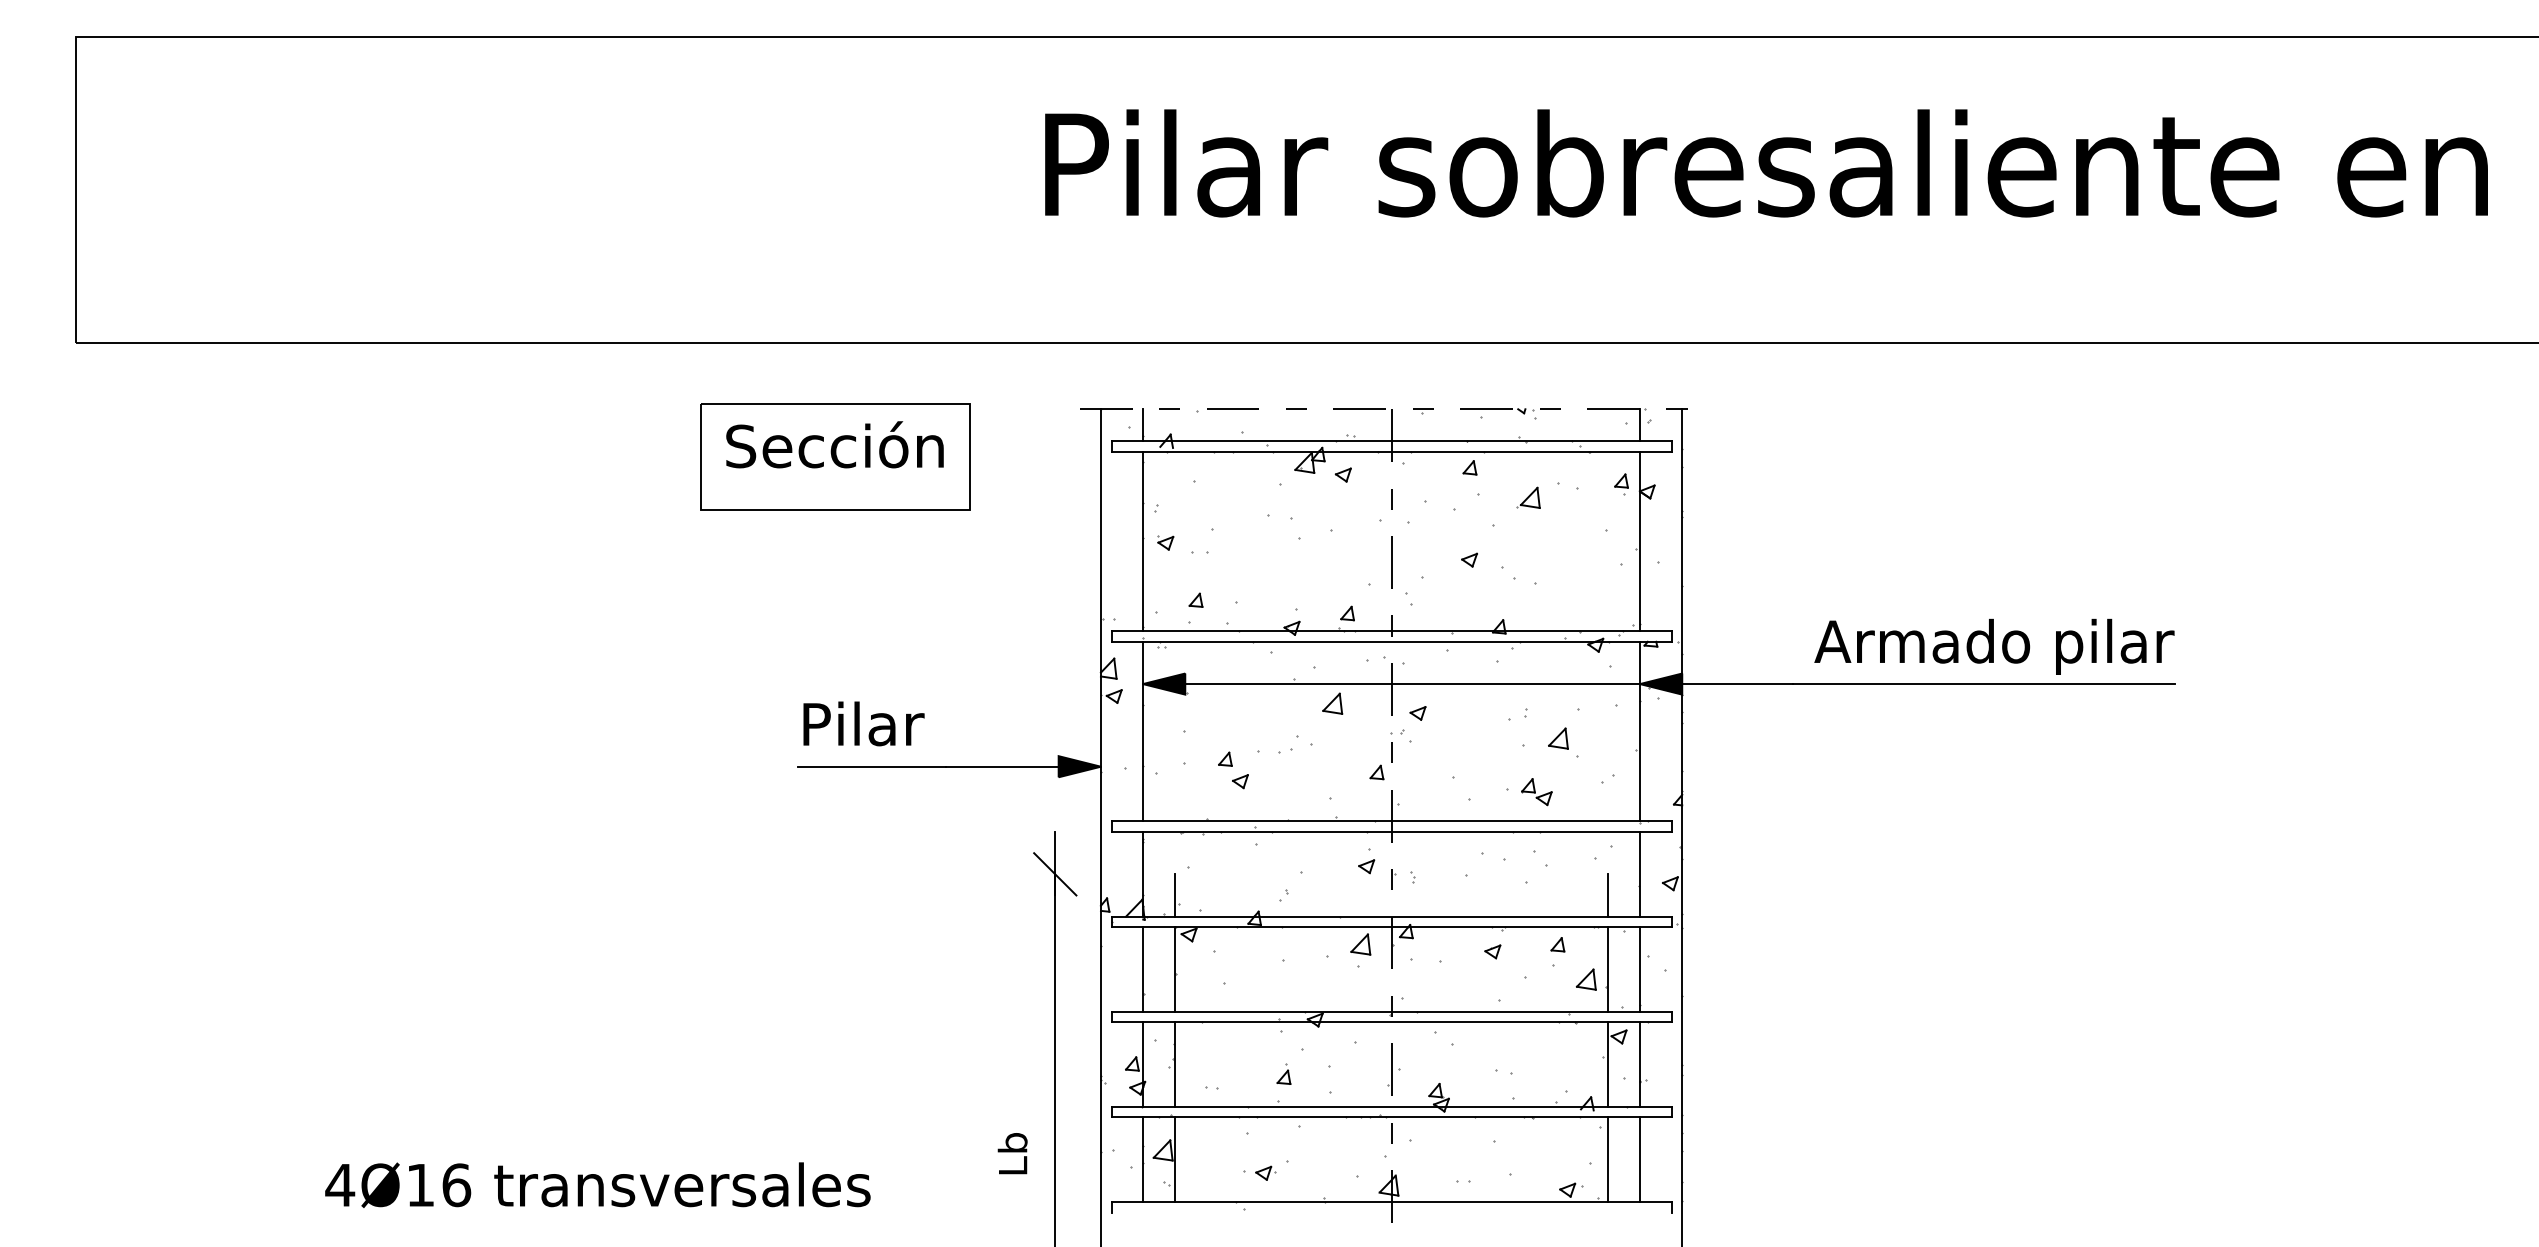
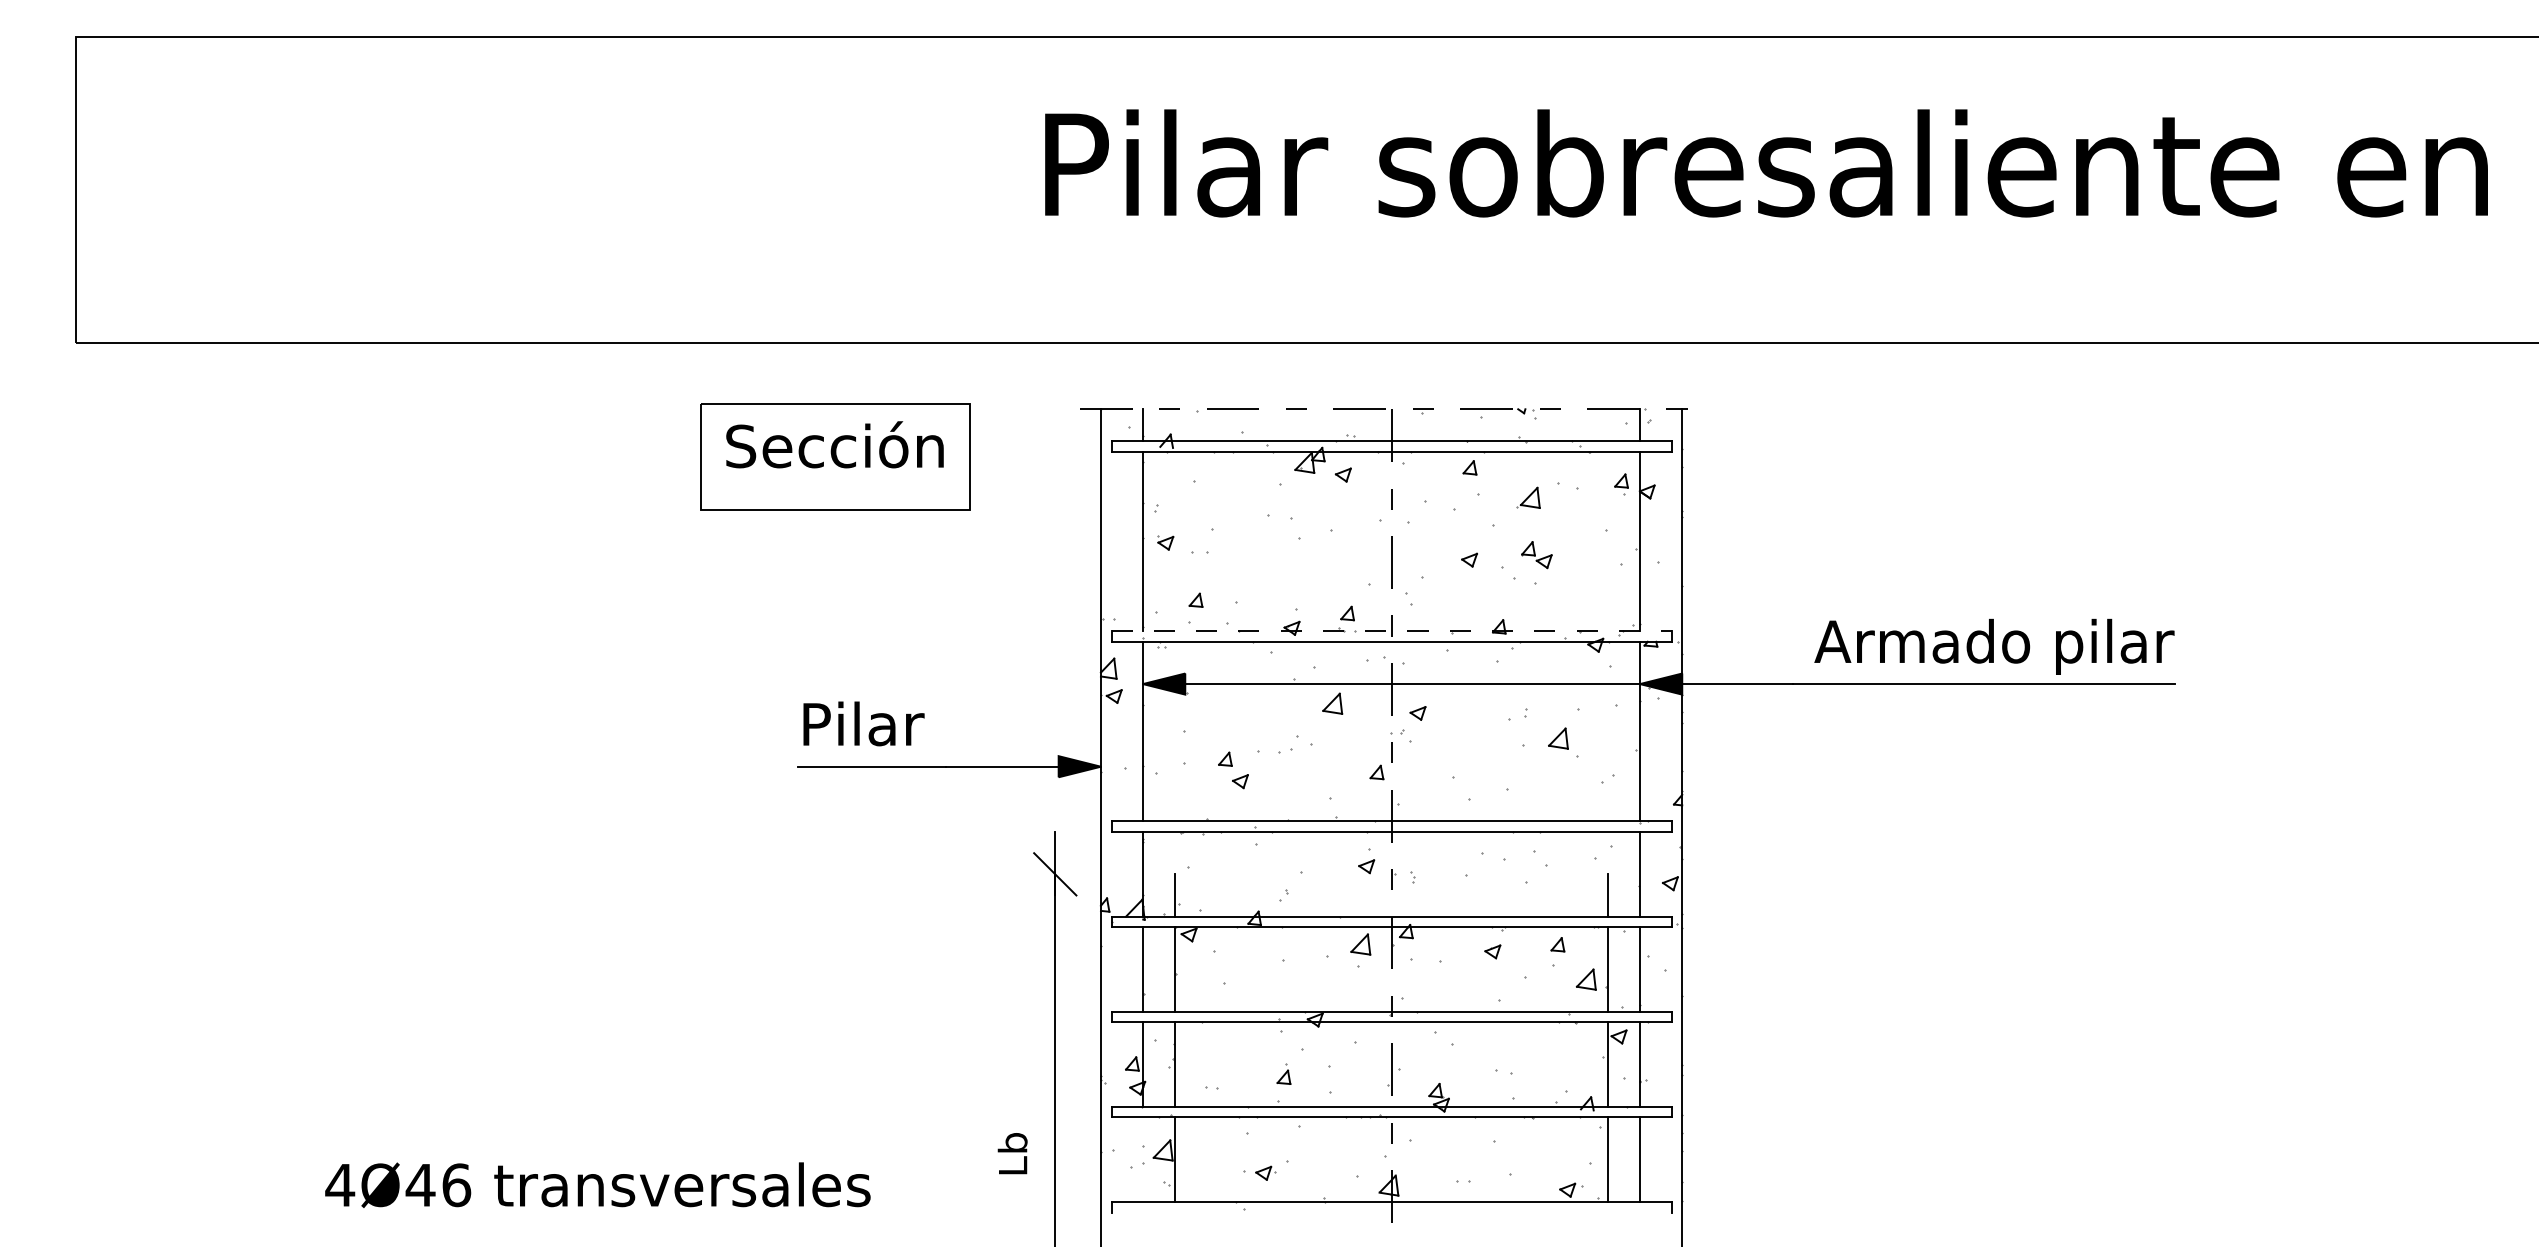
line at (1392, 631): solid -> dashed
part at (1536, 792) position: (1536, 792) -> (1536, 555)
line at (1143, 1159): present -> none
text at (420, 1185): 4Ø16 -> 4Ø46
